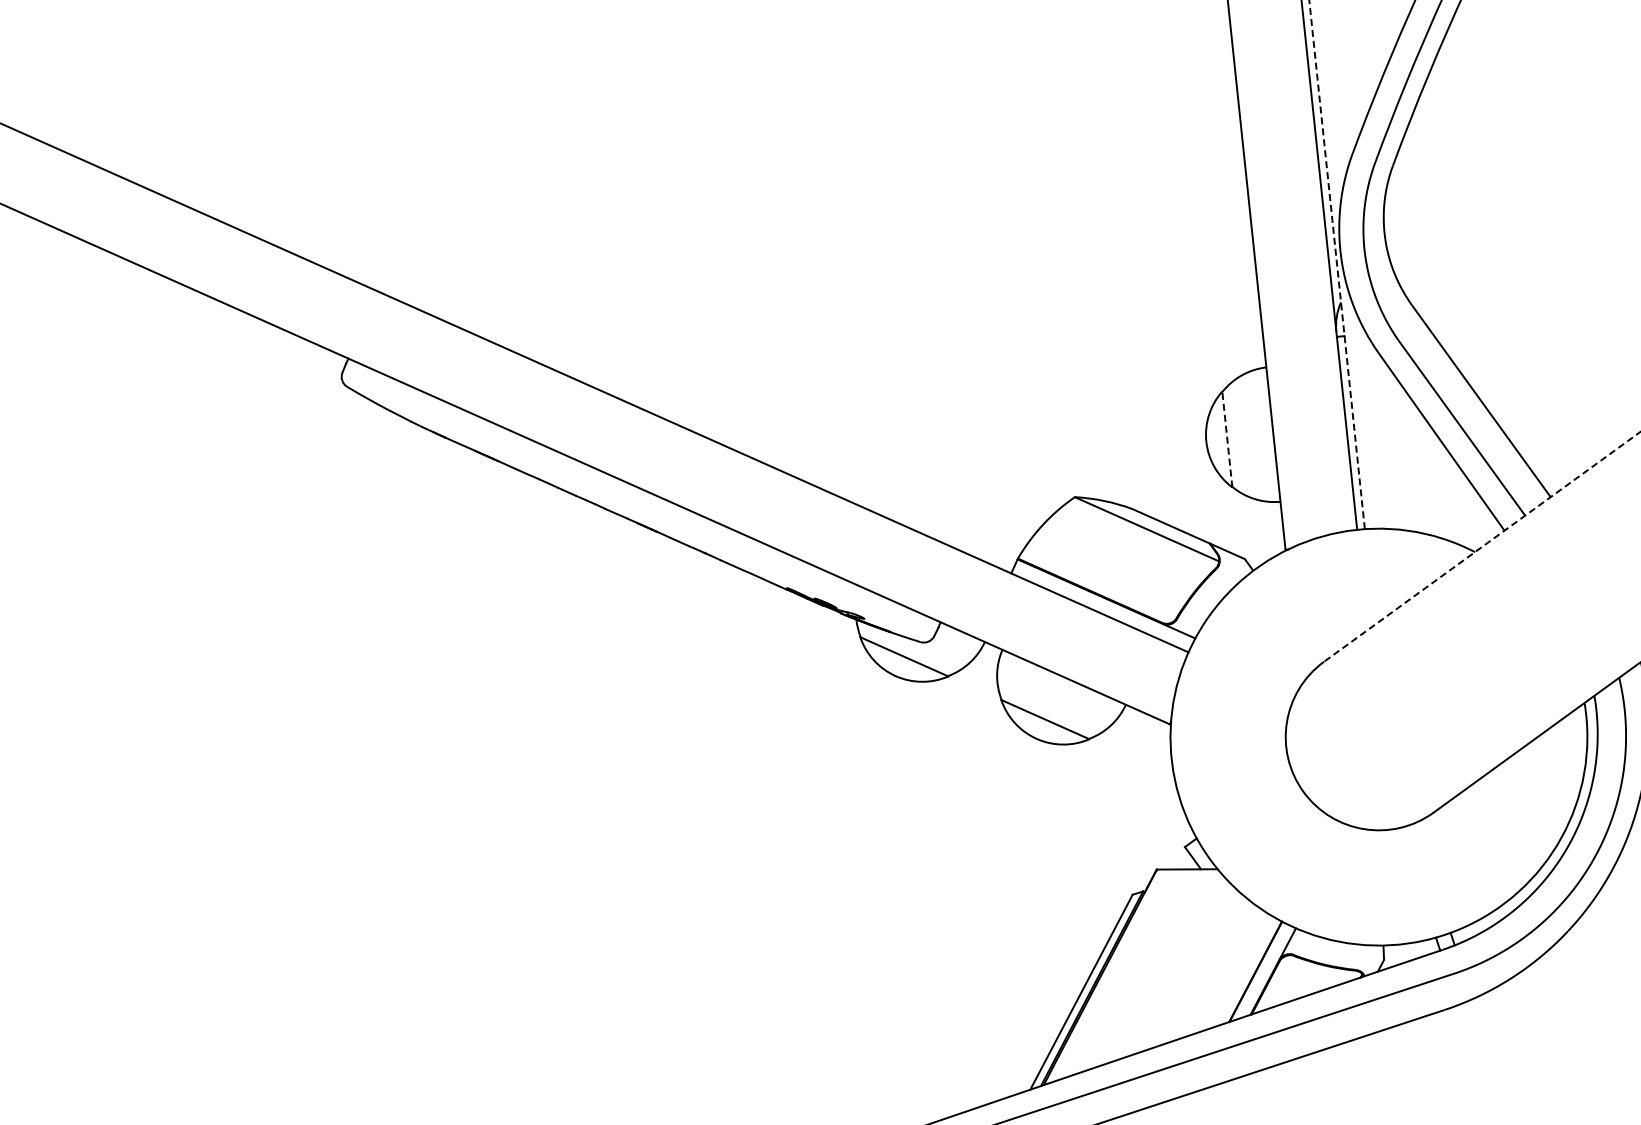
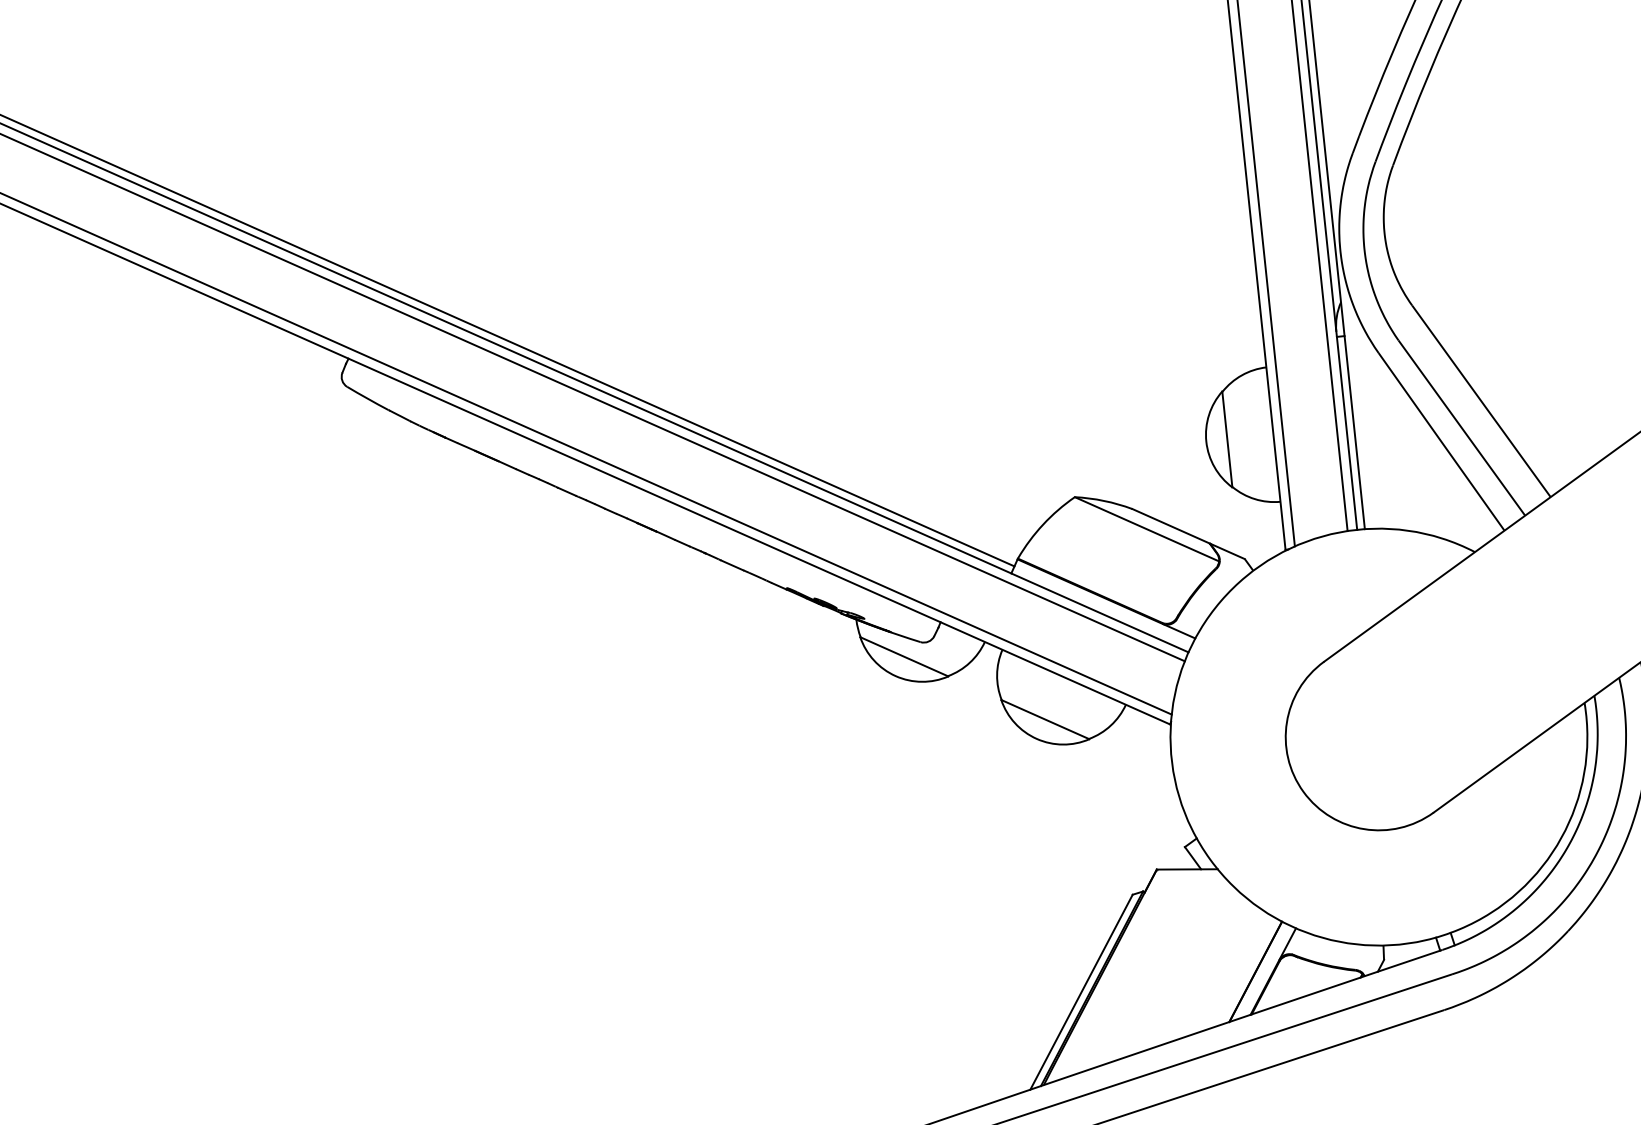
line at (1337, 264): dashed -> solid
line at (1319, 266): none -> present
line at (1265, 274): none -> present
line at (508, 340): none -> present
line at (593, 397): none -> present
line at (1227, 438): dashed -> solid
line at (586, 453): none -> present
line at (1481, 547): dashed -> solid
